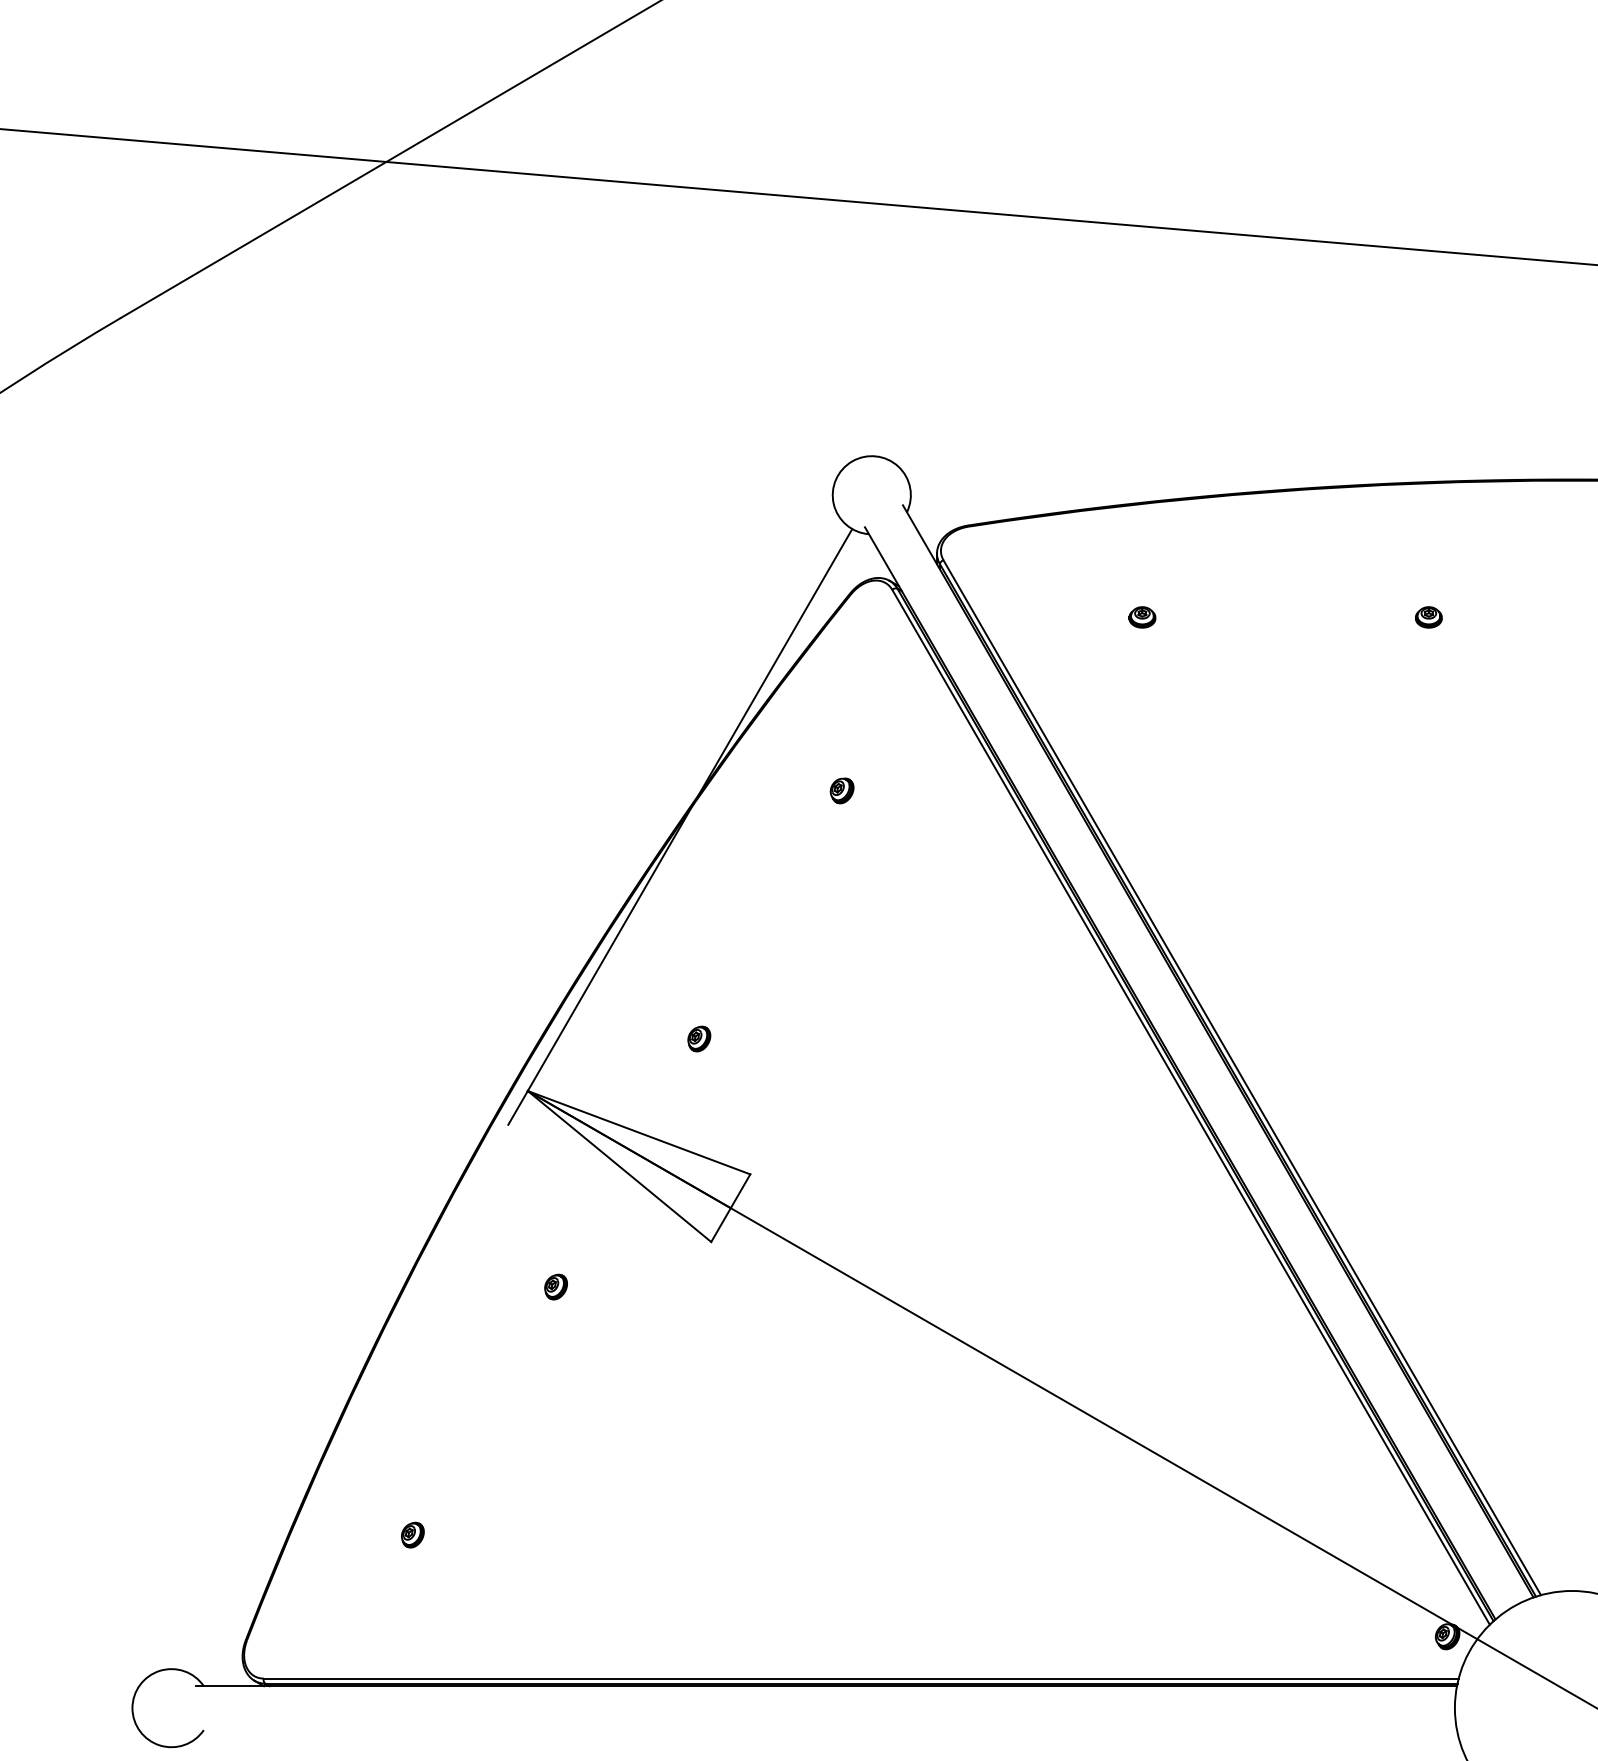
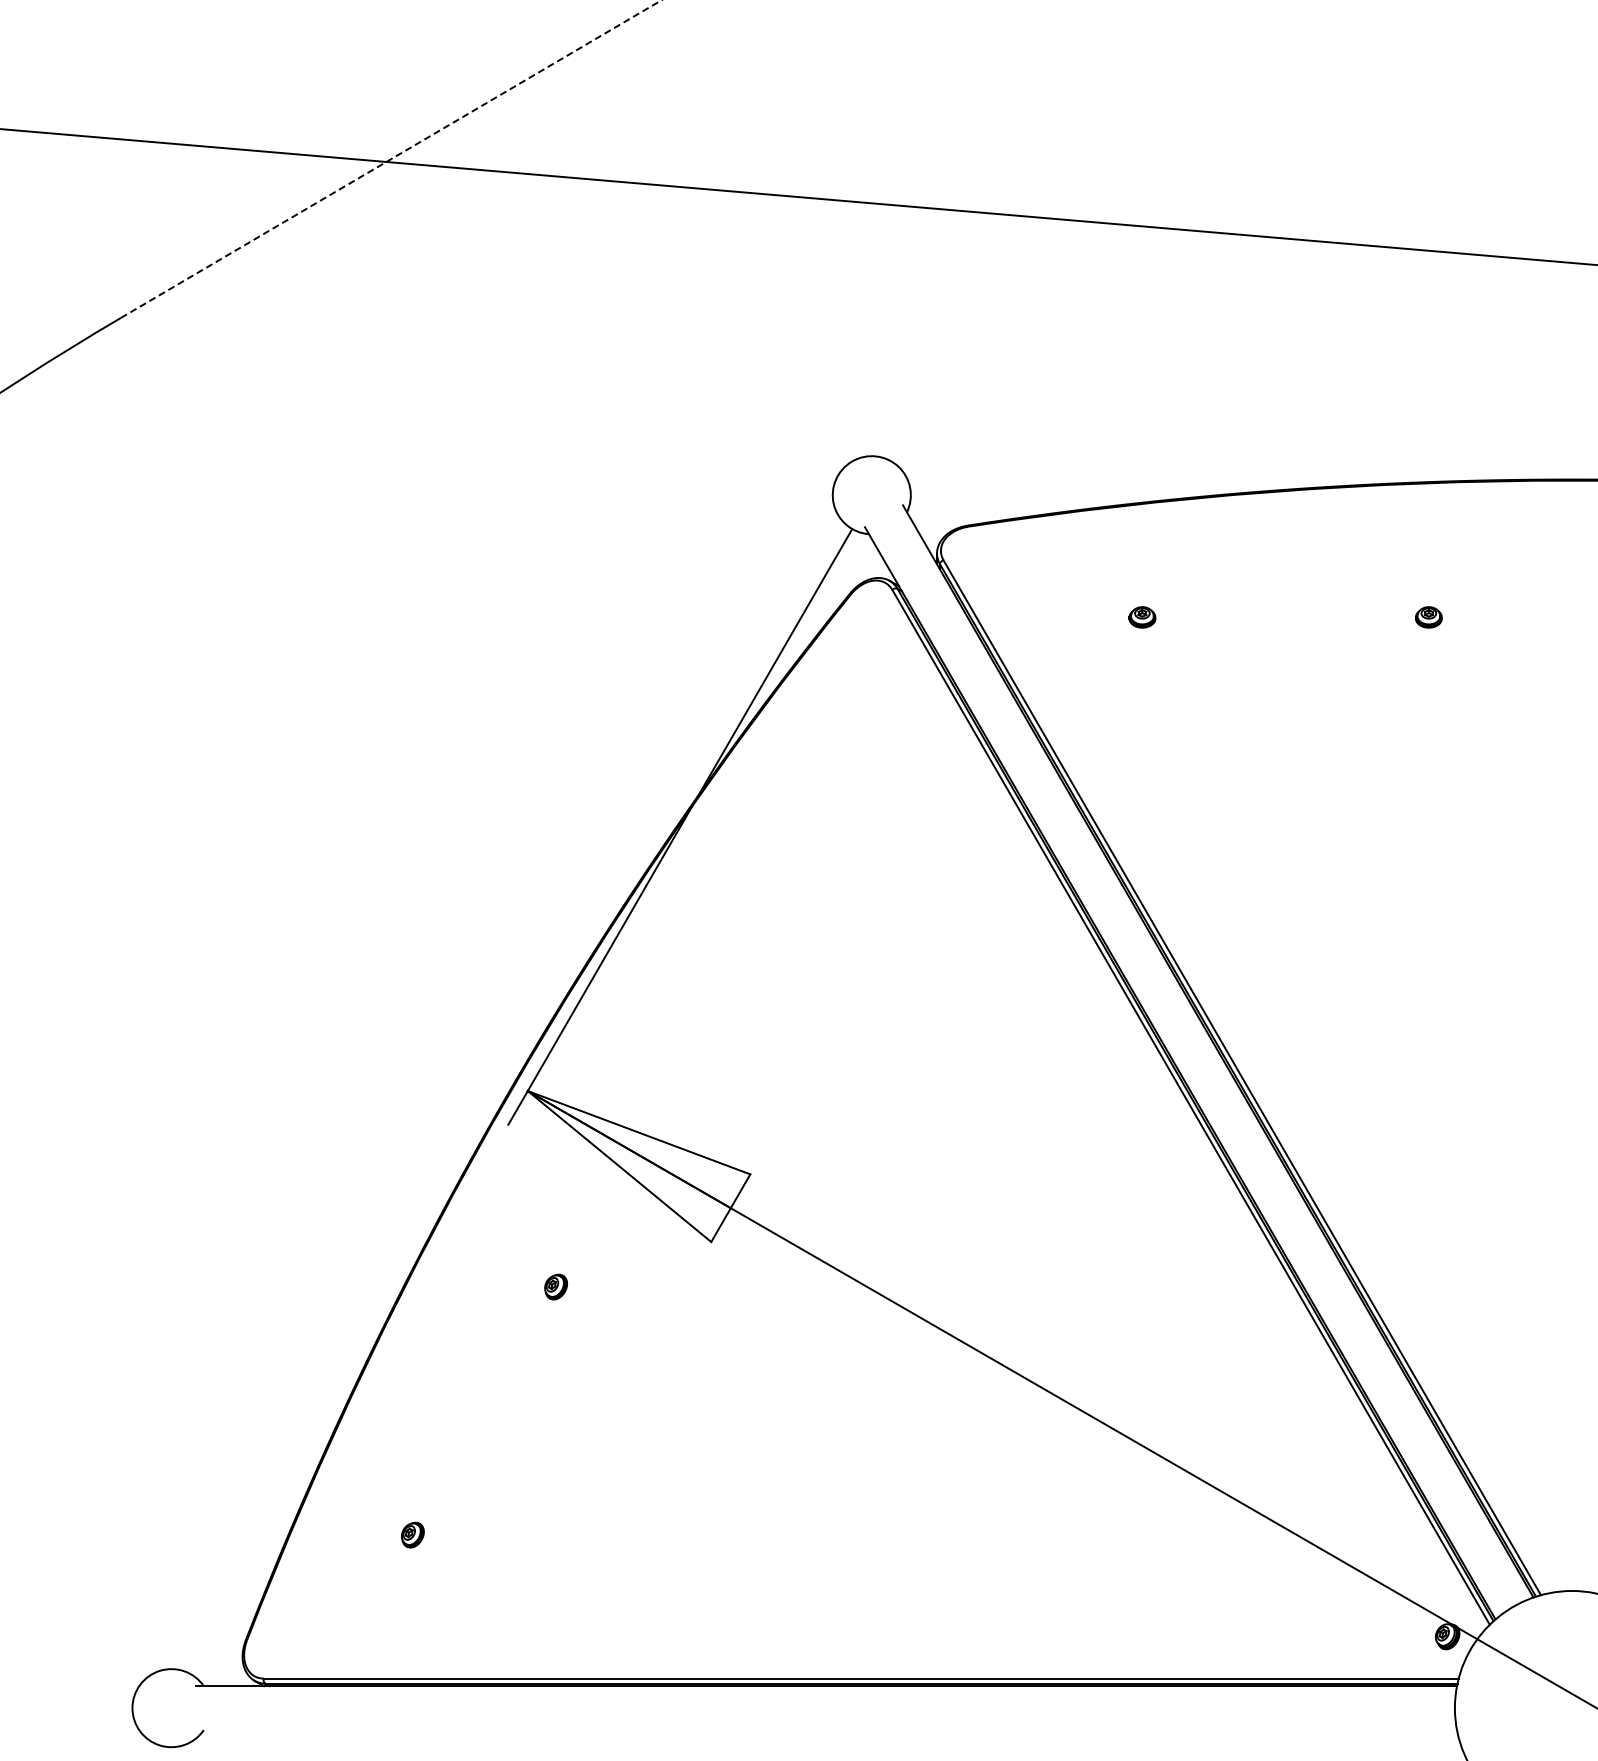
line at (391, 158): solid -> dashed
part at (841, 790): present -> none
part at (699, 1038): present -> none
